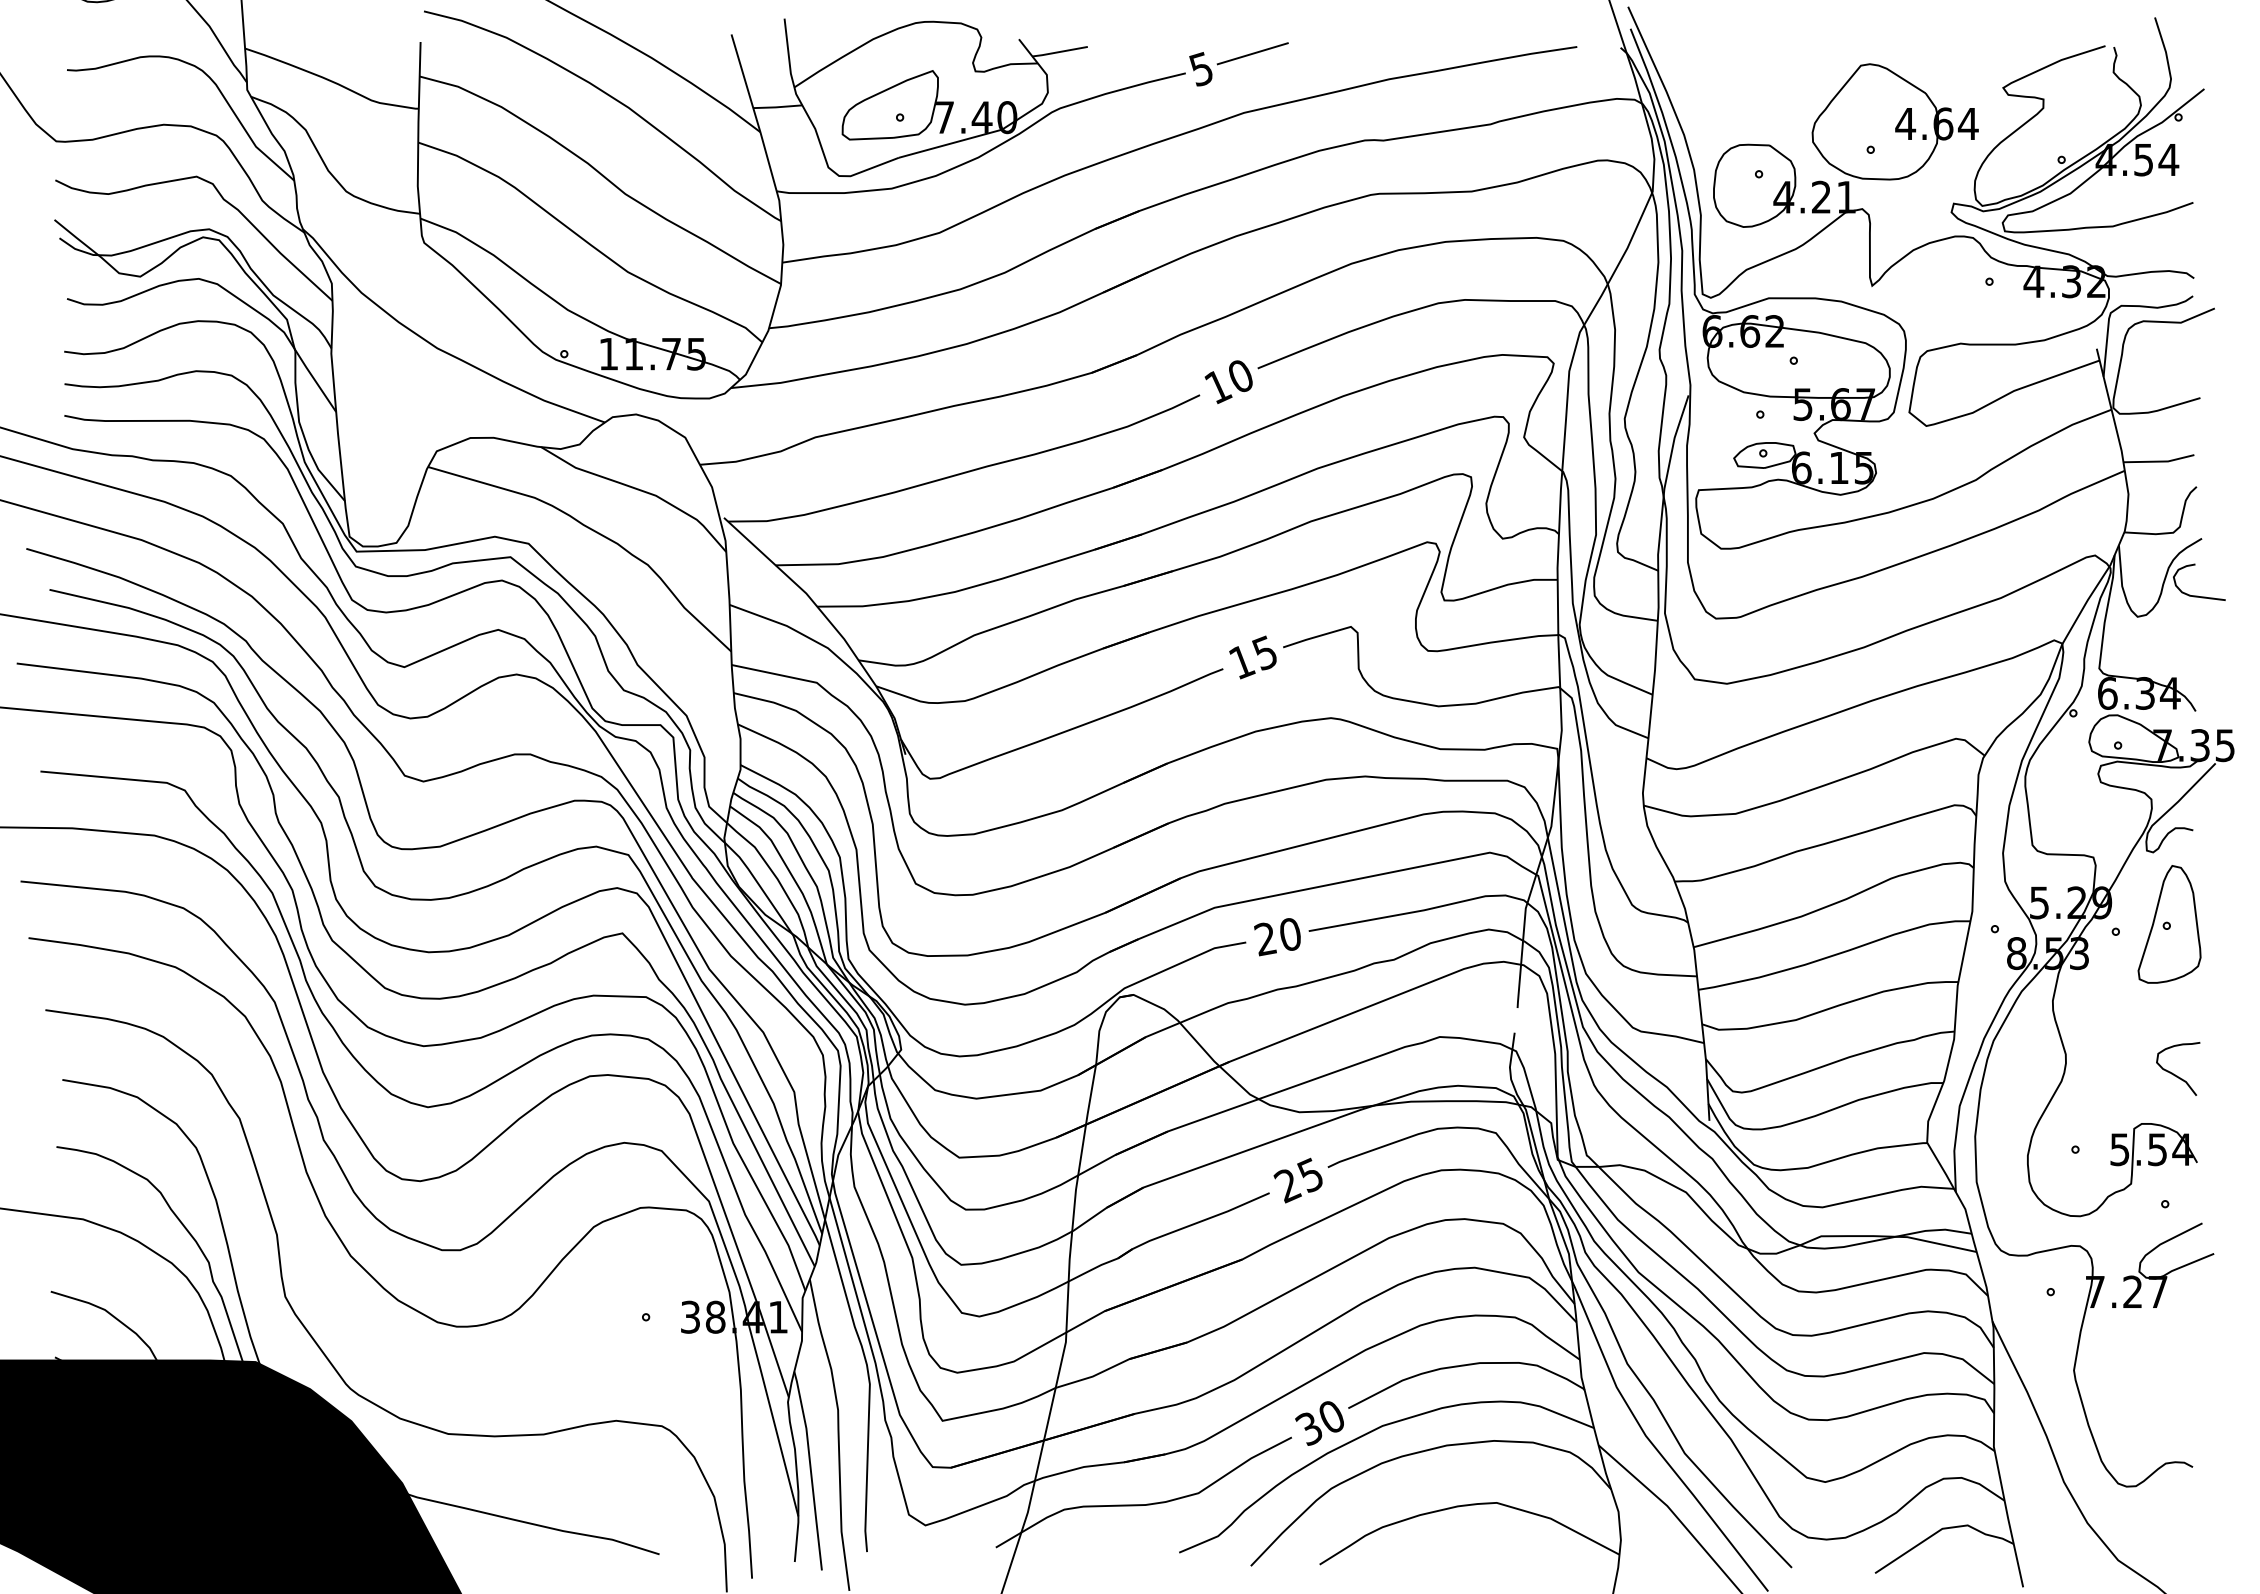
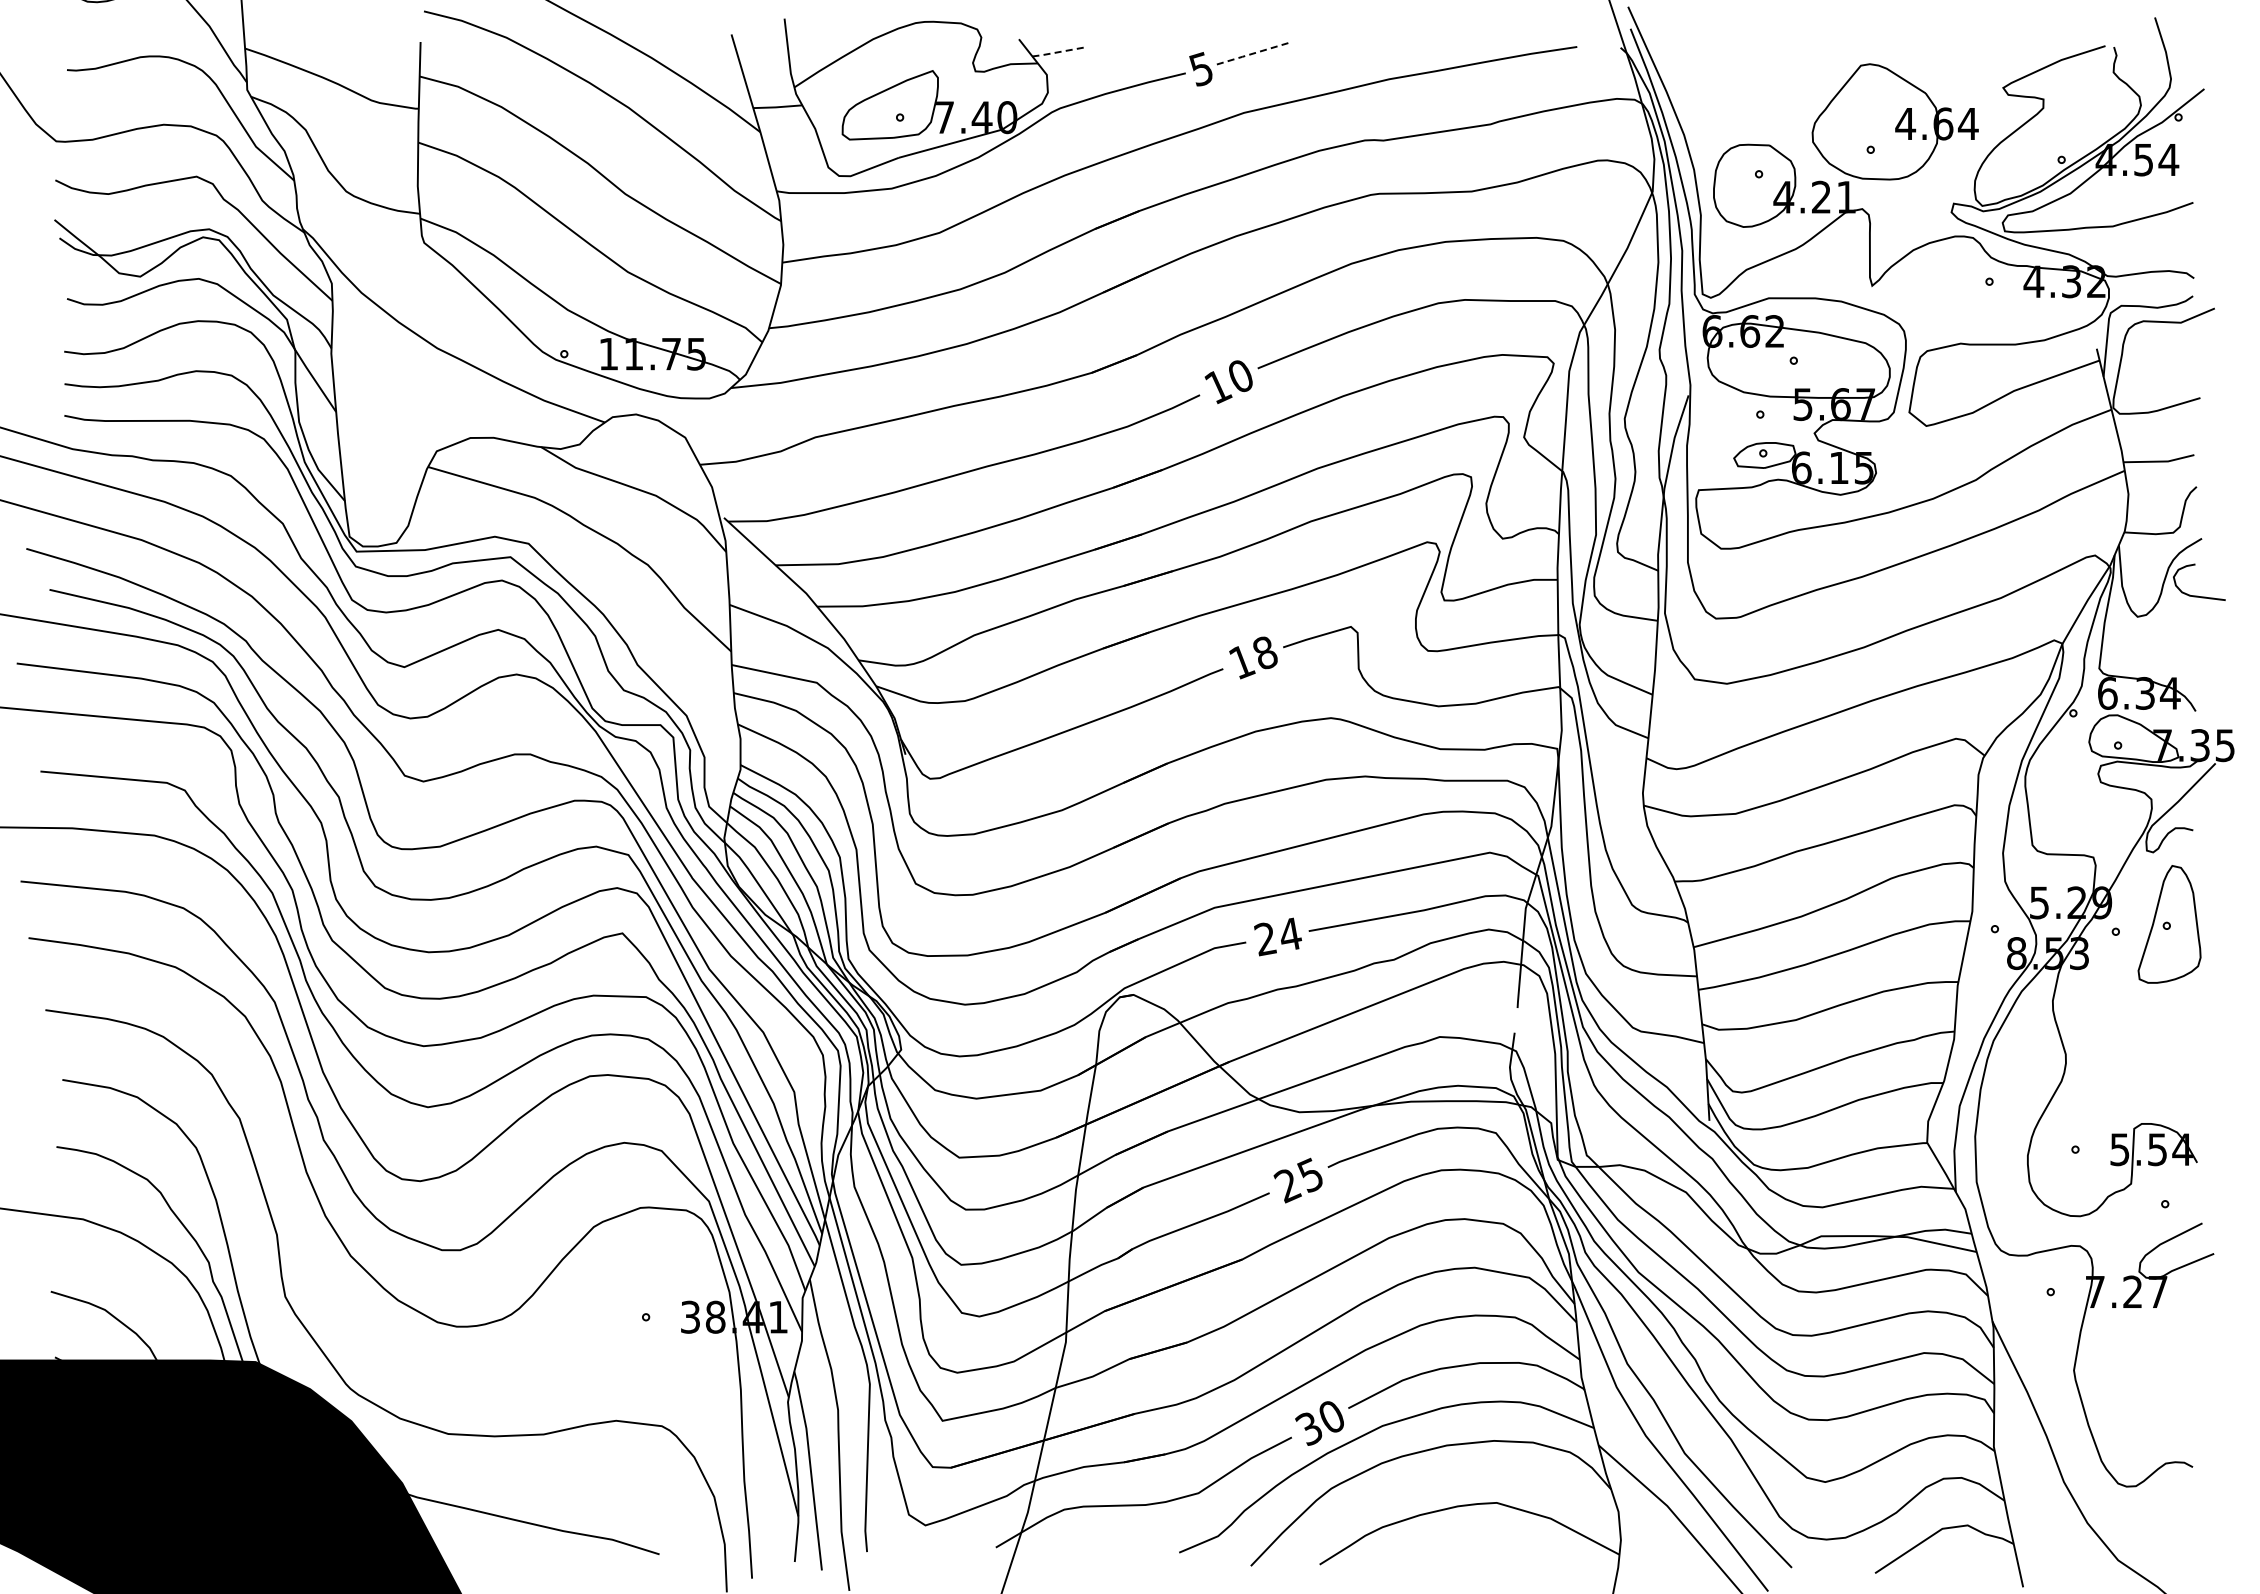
line at (1059, 52): solid -> dashed
line at (1252, 53): solid -> dashed
text at (1264, 652): 15 -> 18
text at (1291, 933): 20 -> 24
curve at (2175, 1074): present -> none
